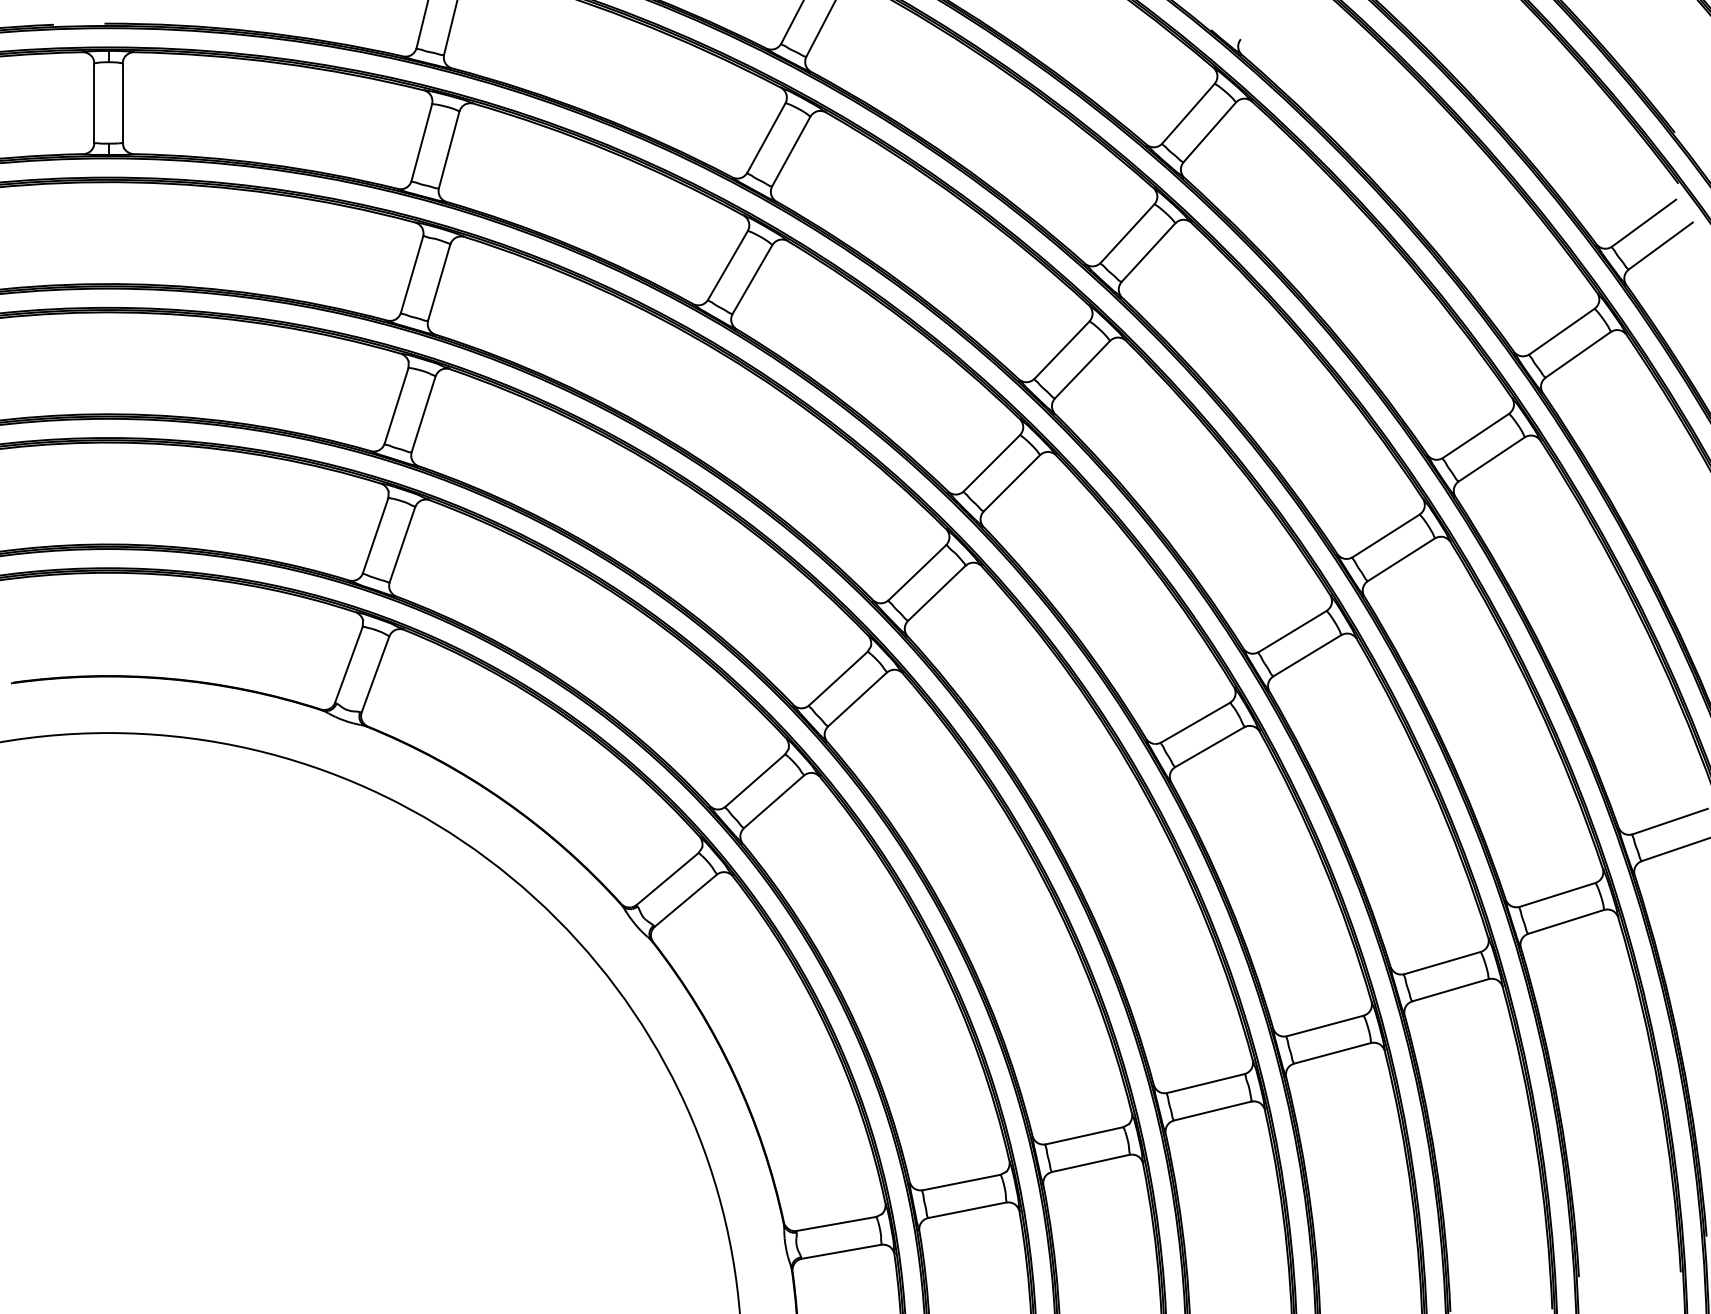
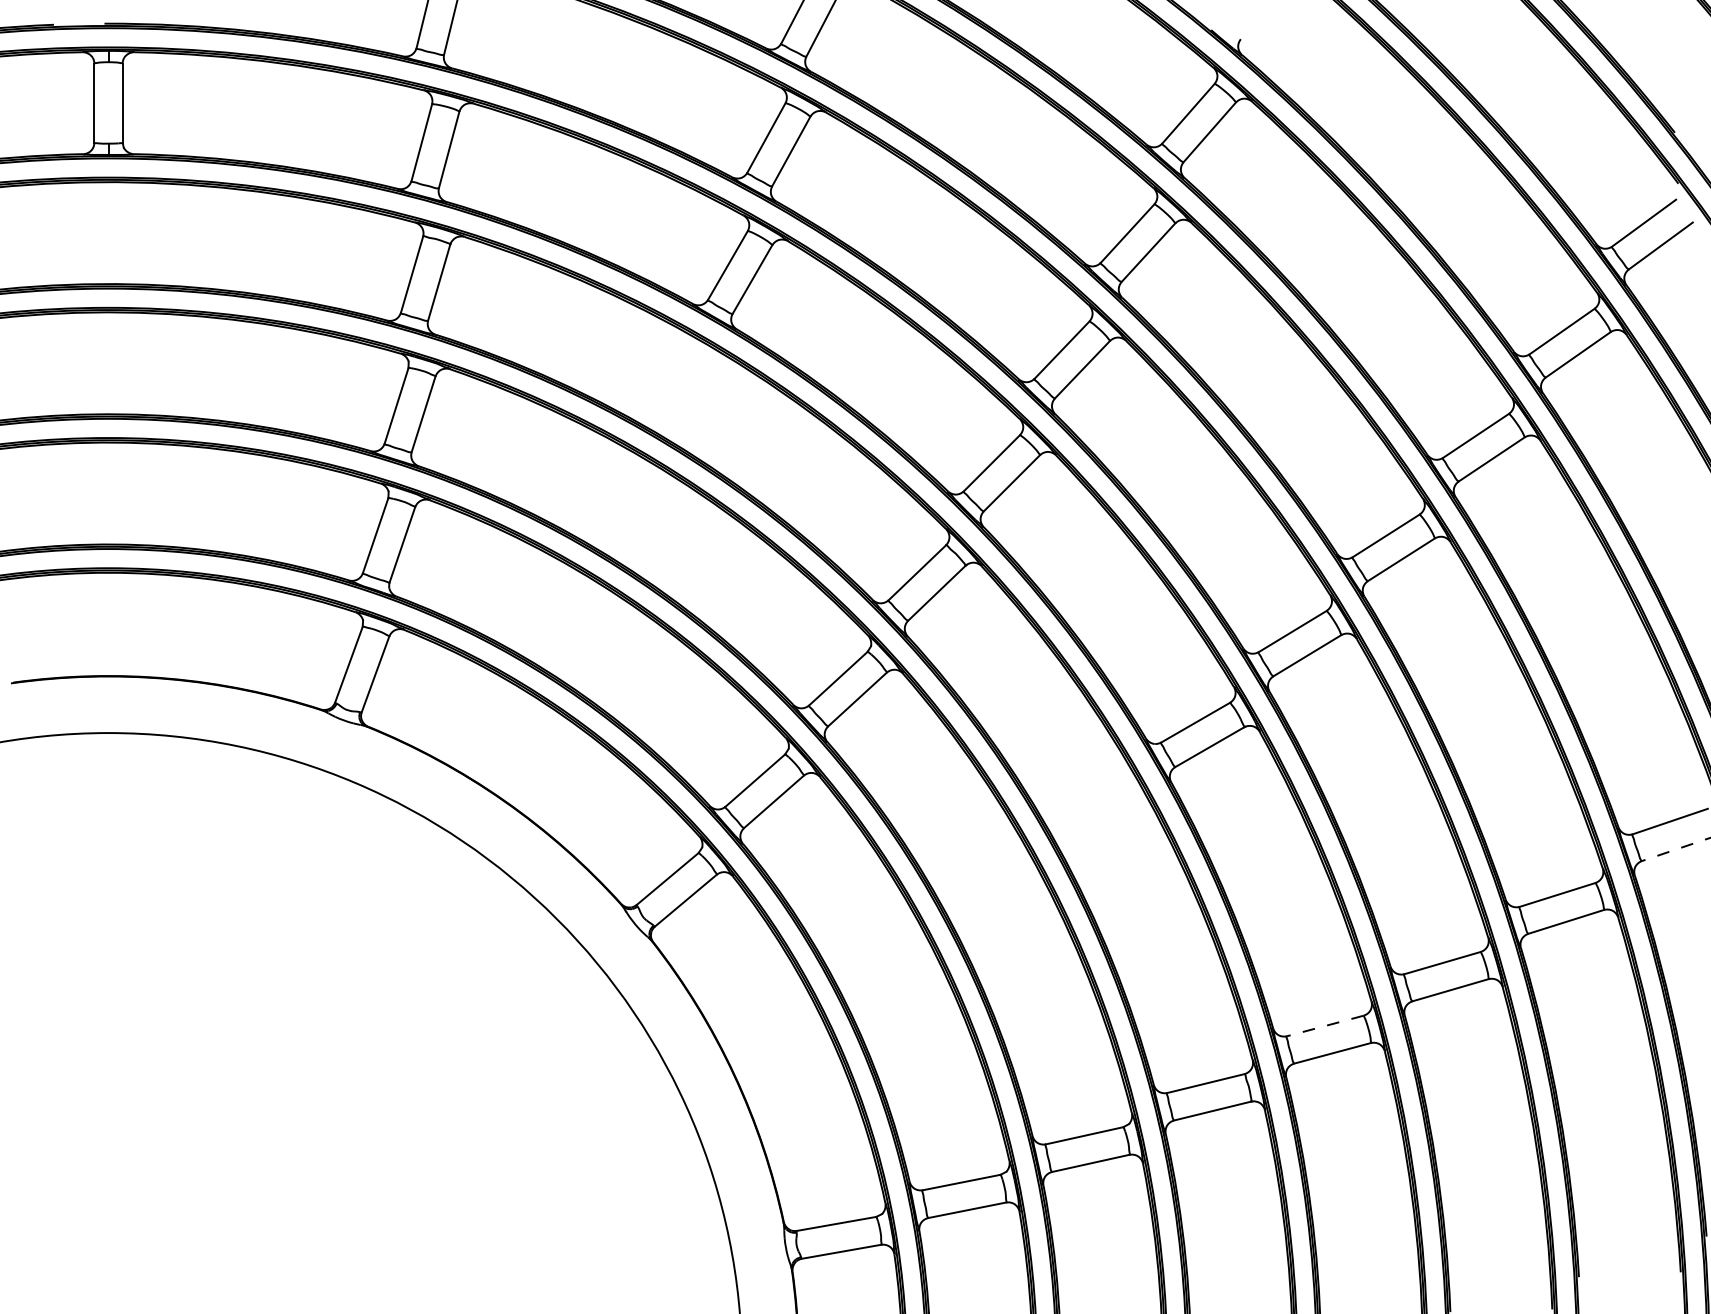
line at (1675, 849): solid -> dashed
line at (1325, 1025): solid -> dashed
